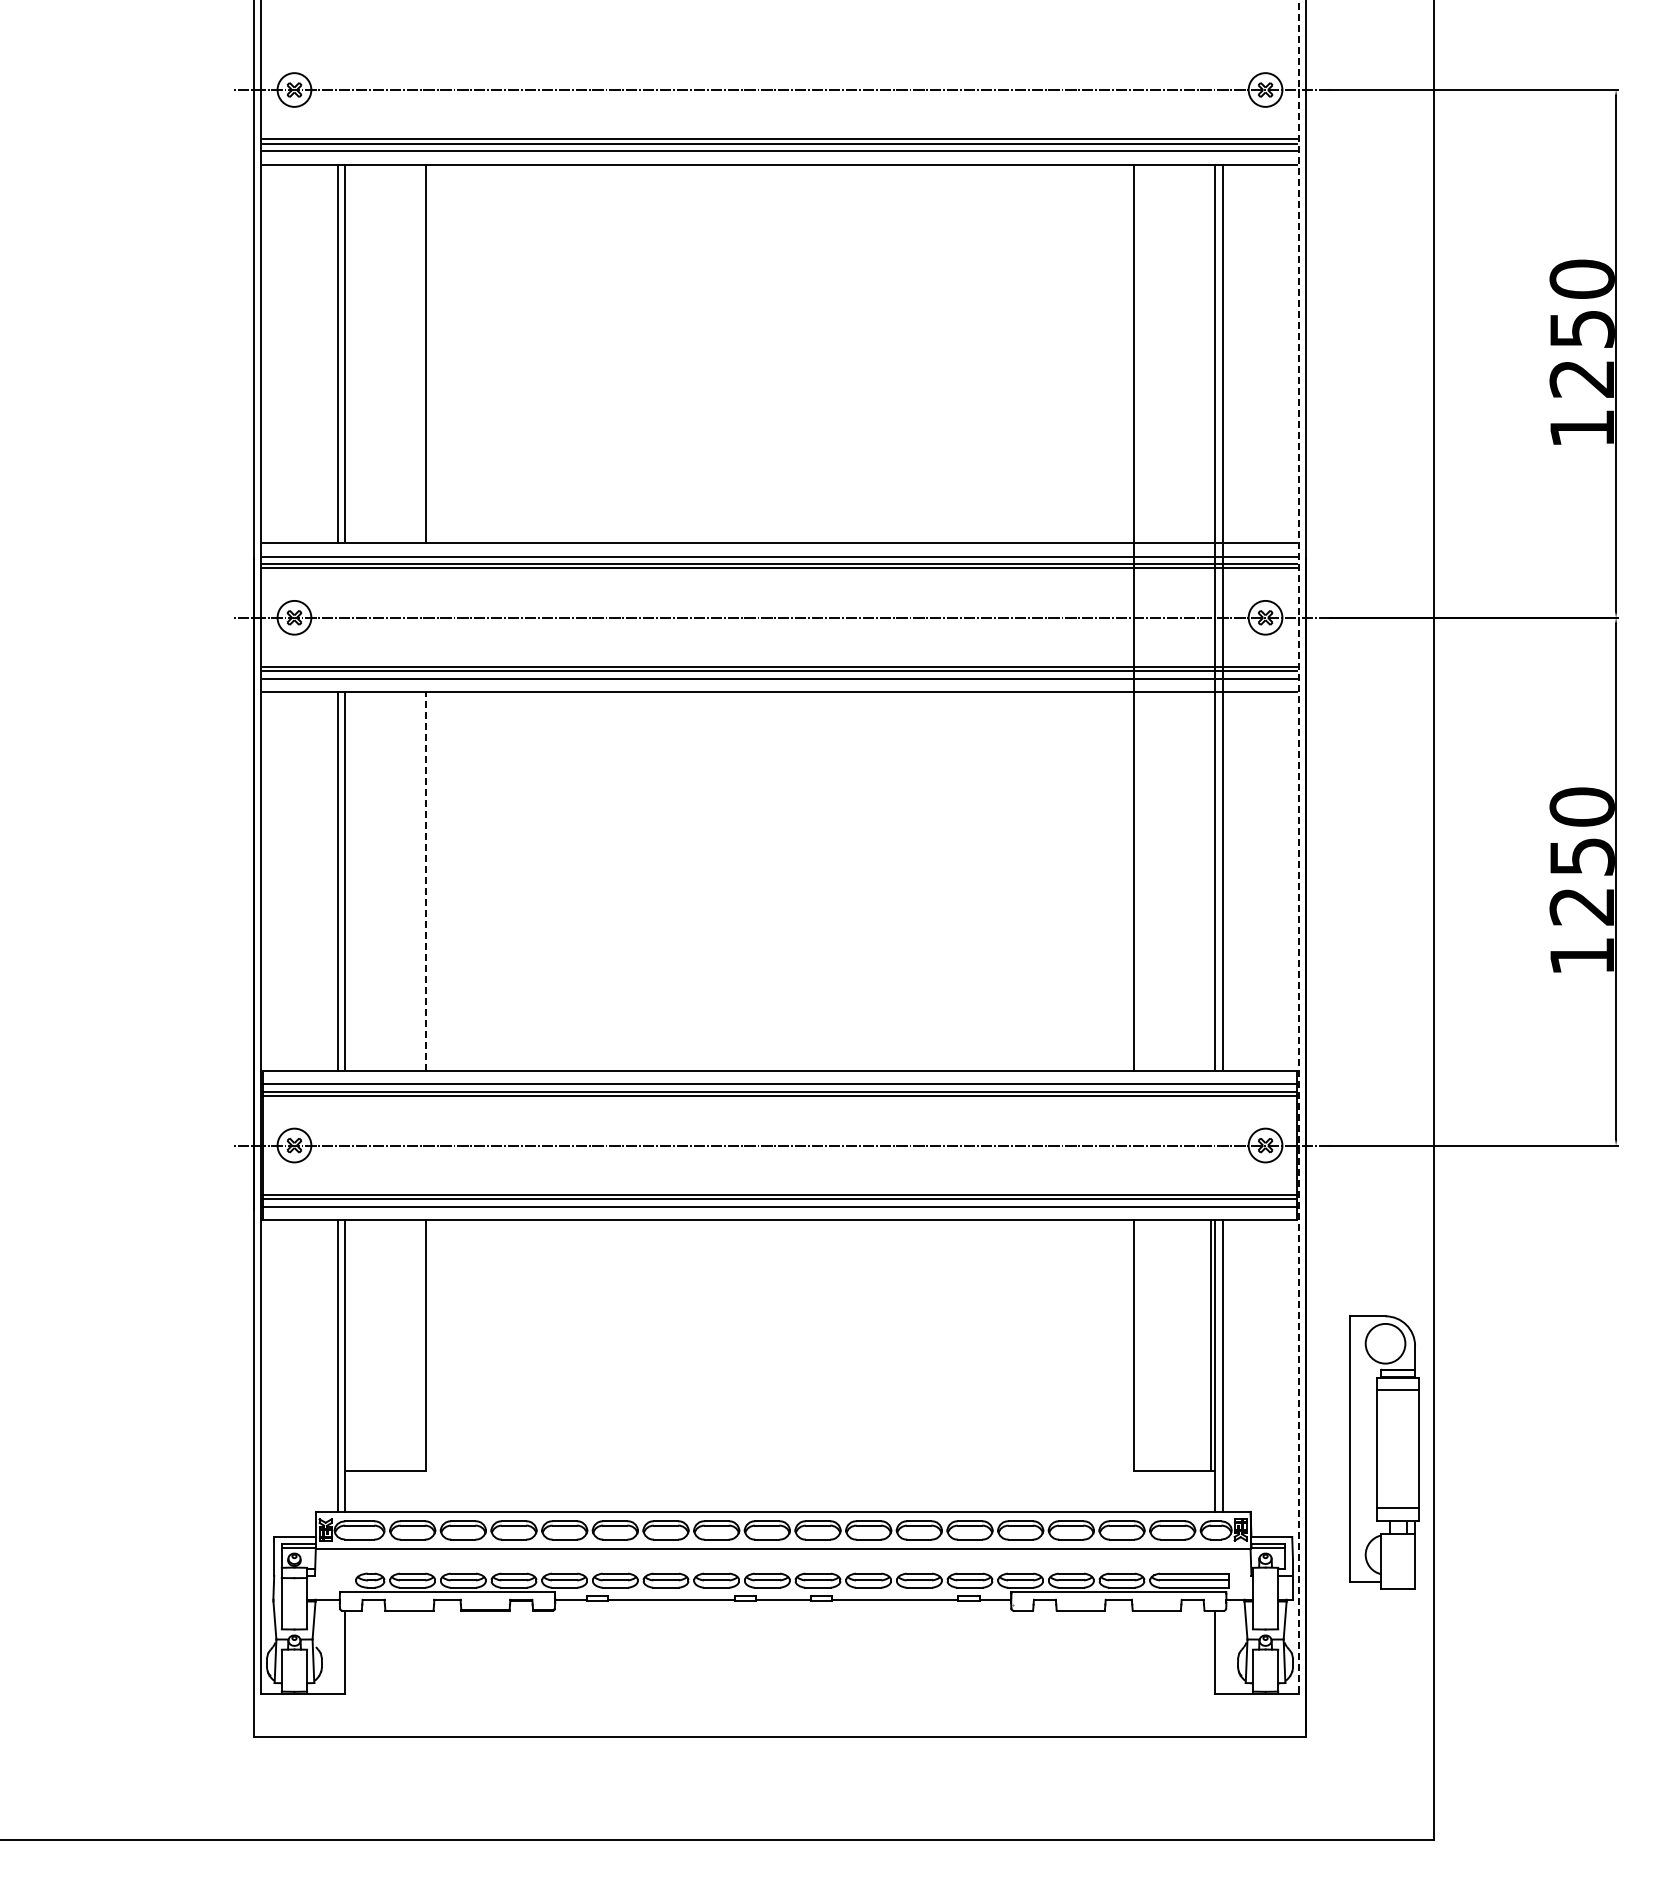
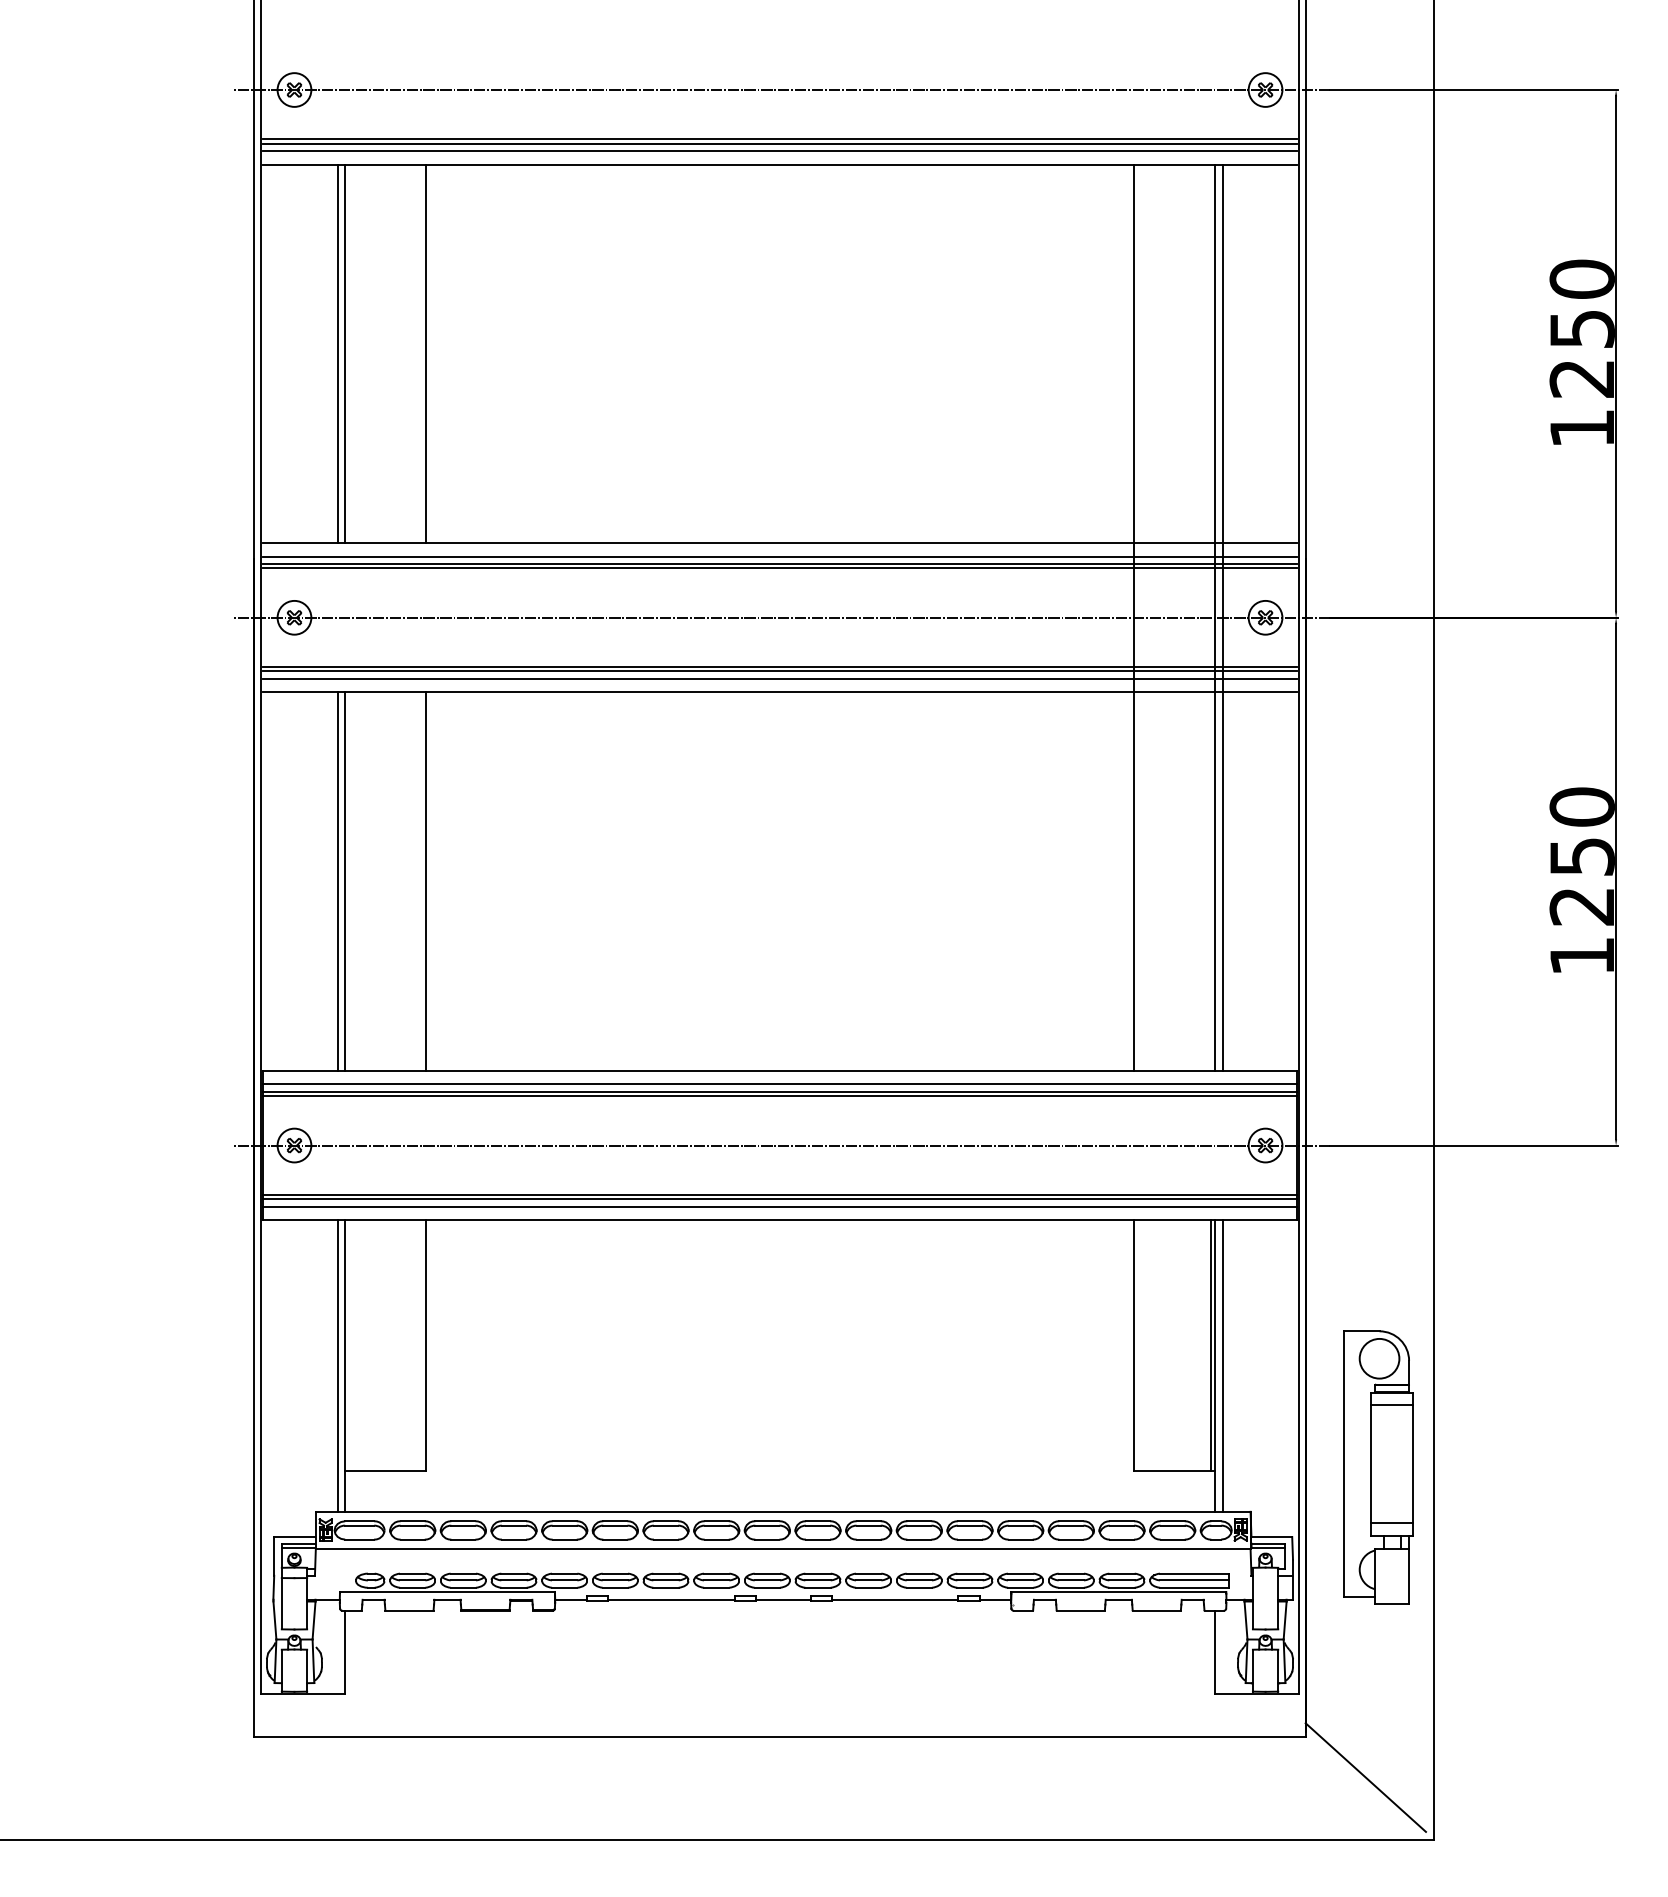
line at (1299, 847): dashed -> solid
line at (426, 881): dashed -> solid
part at (1384, 1452) position: (1384, 1452) -> (1378, 1467)
line at (1365, 1777): none -> present
